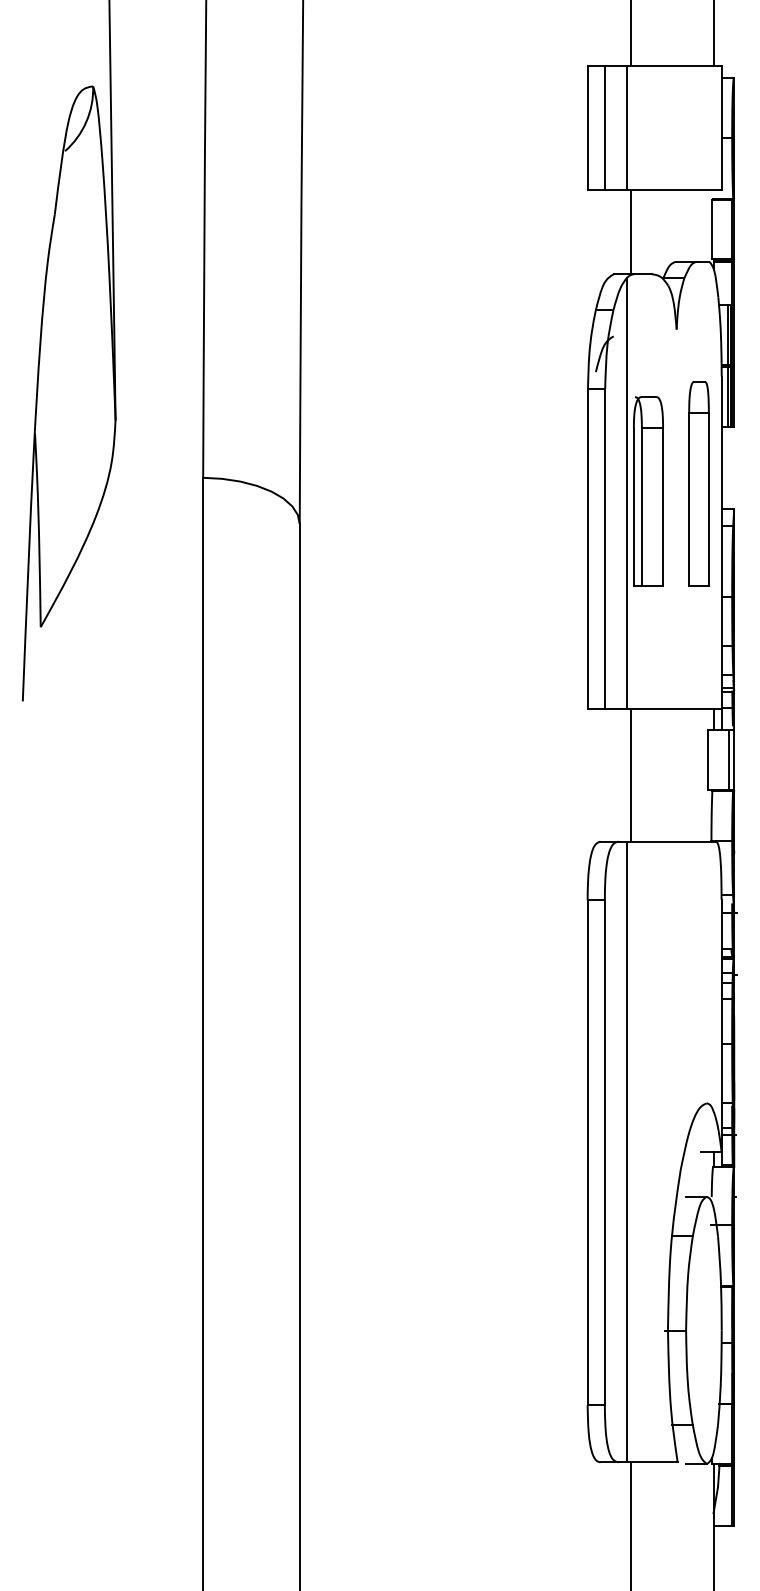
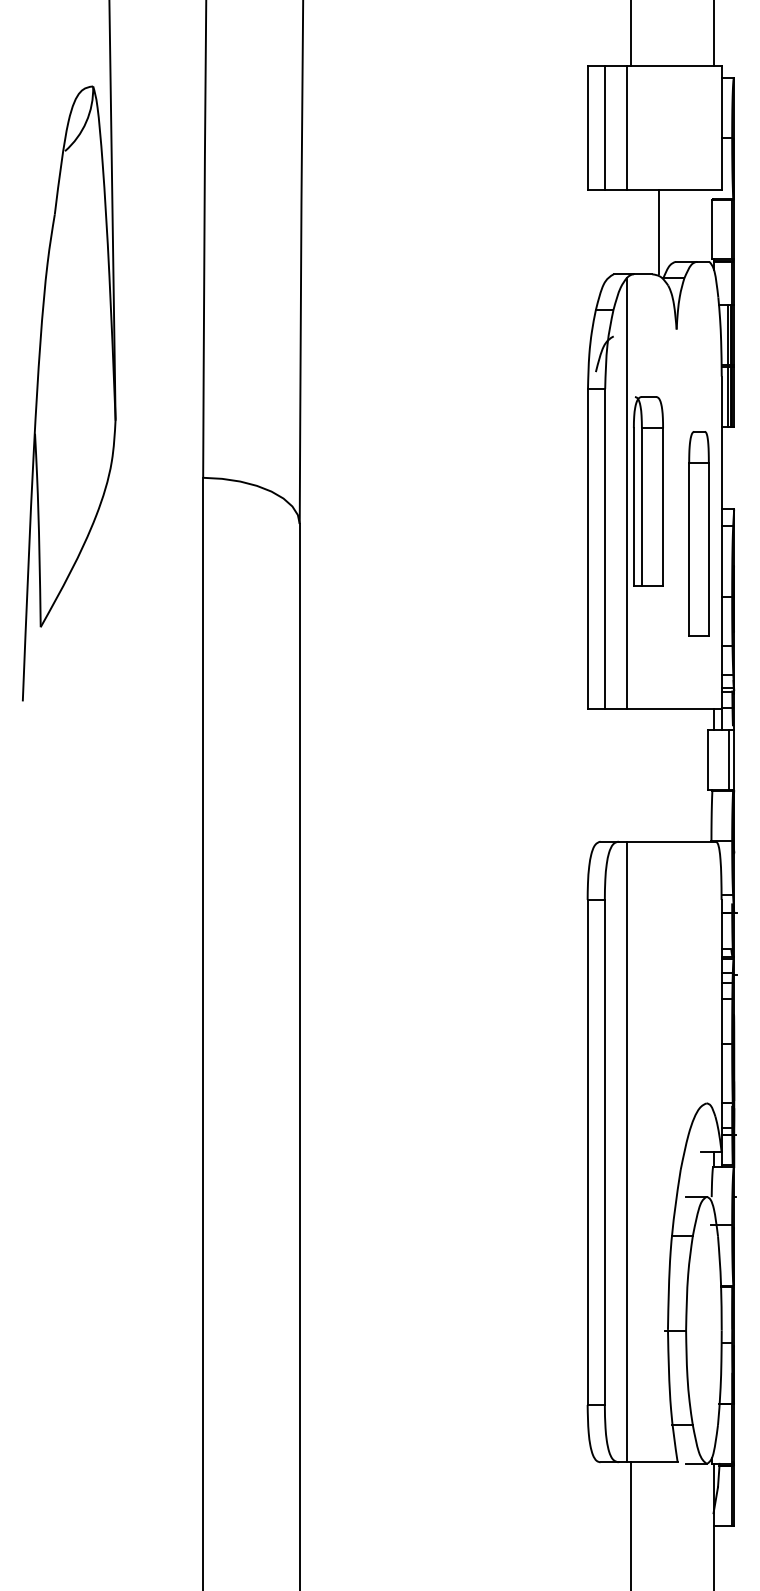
line at (630, 231) position: (630, 231) -> (658, 231)
part at (698, 483) position: (698, 483) -> (698, 533)
line at (630, 774): present -> none
